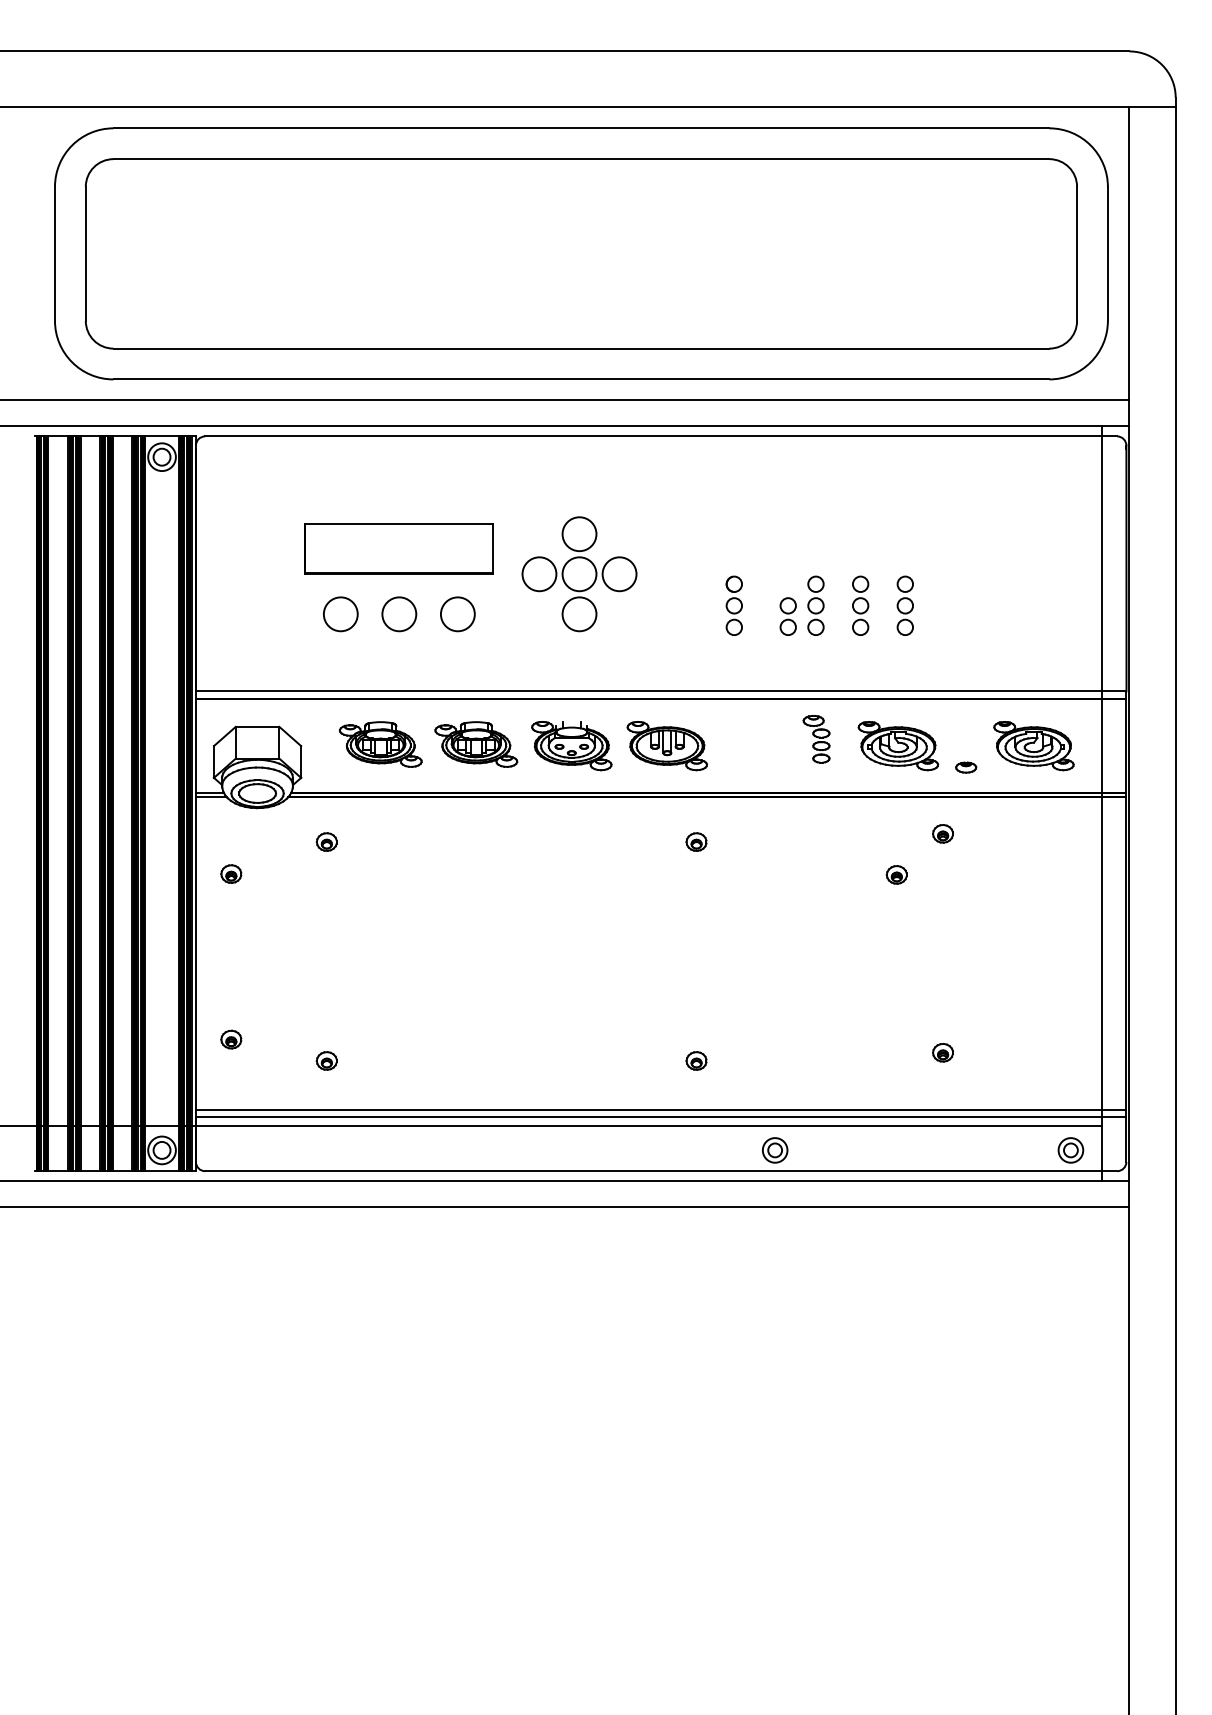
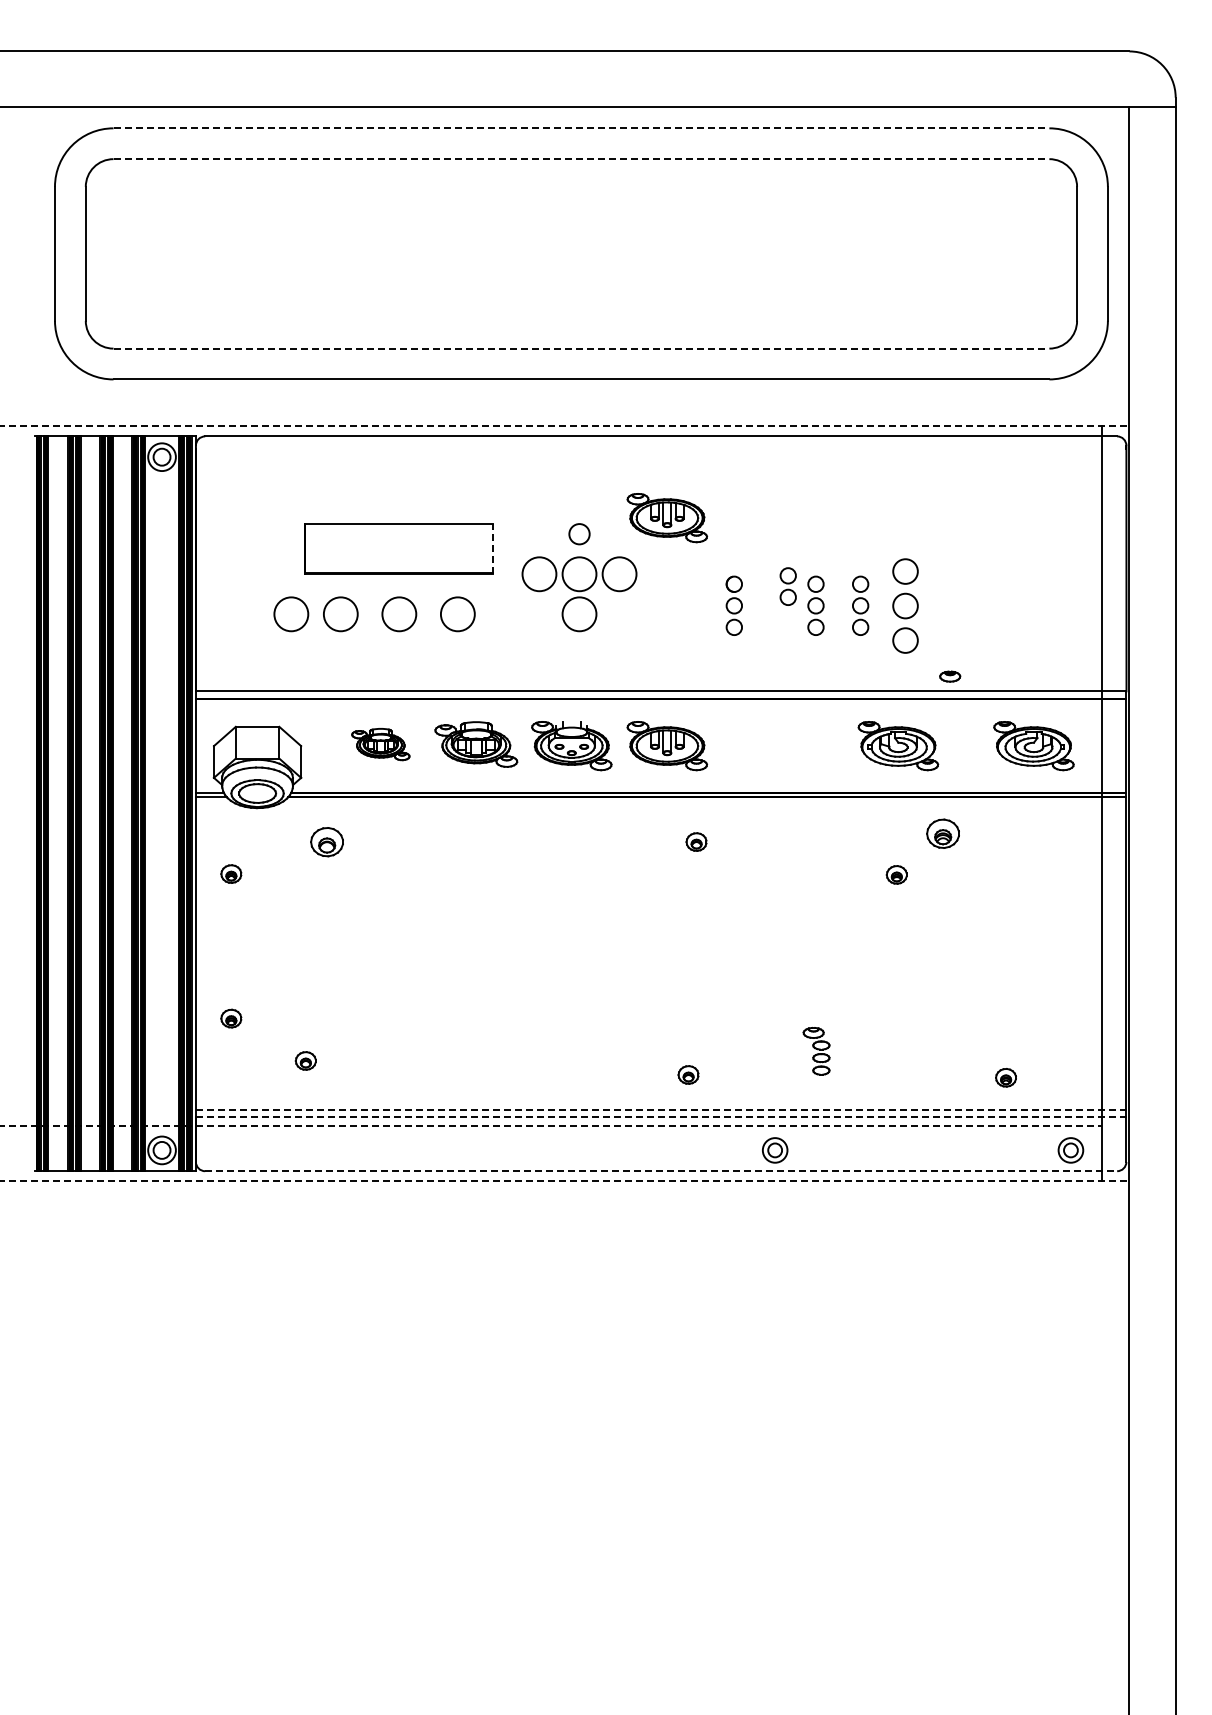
line at (581, 128): solid -> dashed
line at (581, 159): solid -> dashed
line at (581, 348): solid -> dashed
line at (565, 400): present -> none
line at (565, 426): solid -> dashed
part at (666, 518): none -> present
circle at (579, 534) diameter: 34 px -> 20 px
line at (493, 548): solid -> dashed
part at (904, 605) size: 18x61 px -> 27x96 px
circle at (291, 614): none -> present
part at (787, 616) position: (787, 616) -> (787, 586)
part at (816, 739) position: (816, 739) -> (816, 1051)
part at (380, 744) size: 84x47 px -> 60x34 px
part at (966, 767) position: (966, 767) -> (950, 676)
part at (942, 833) size: 22x20 px -> 34x31 px
part at (326, 841) size: 23x20 px -> 34x31 px
part at (231, 1039) position: (231, 1039) -> (231, 1018)
part at (942, 1052) position: (942, 1052) -> (1005, 1077)
part at (326, 1060) position: (326, 1060) -> (305, 1060)
part at (696, 1060) position: (696, 1060) -> (688, 1074)
line at (661, 1109): solid -> dashed
line at (661, 1116): solid -> dashed
line at (551, 1125): solid -> dashed
line at (661, 1171): solid -> dashed
line at (565, 1181): solid -> dashed
line at (565, 1207): present -> none
